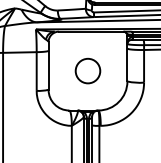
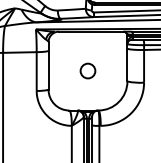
circle at (87, 70) size: 28x28 px -> 18x18 px
